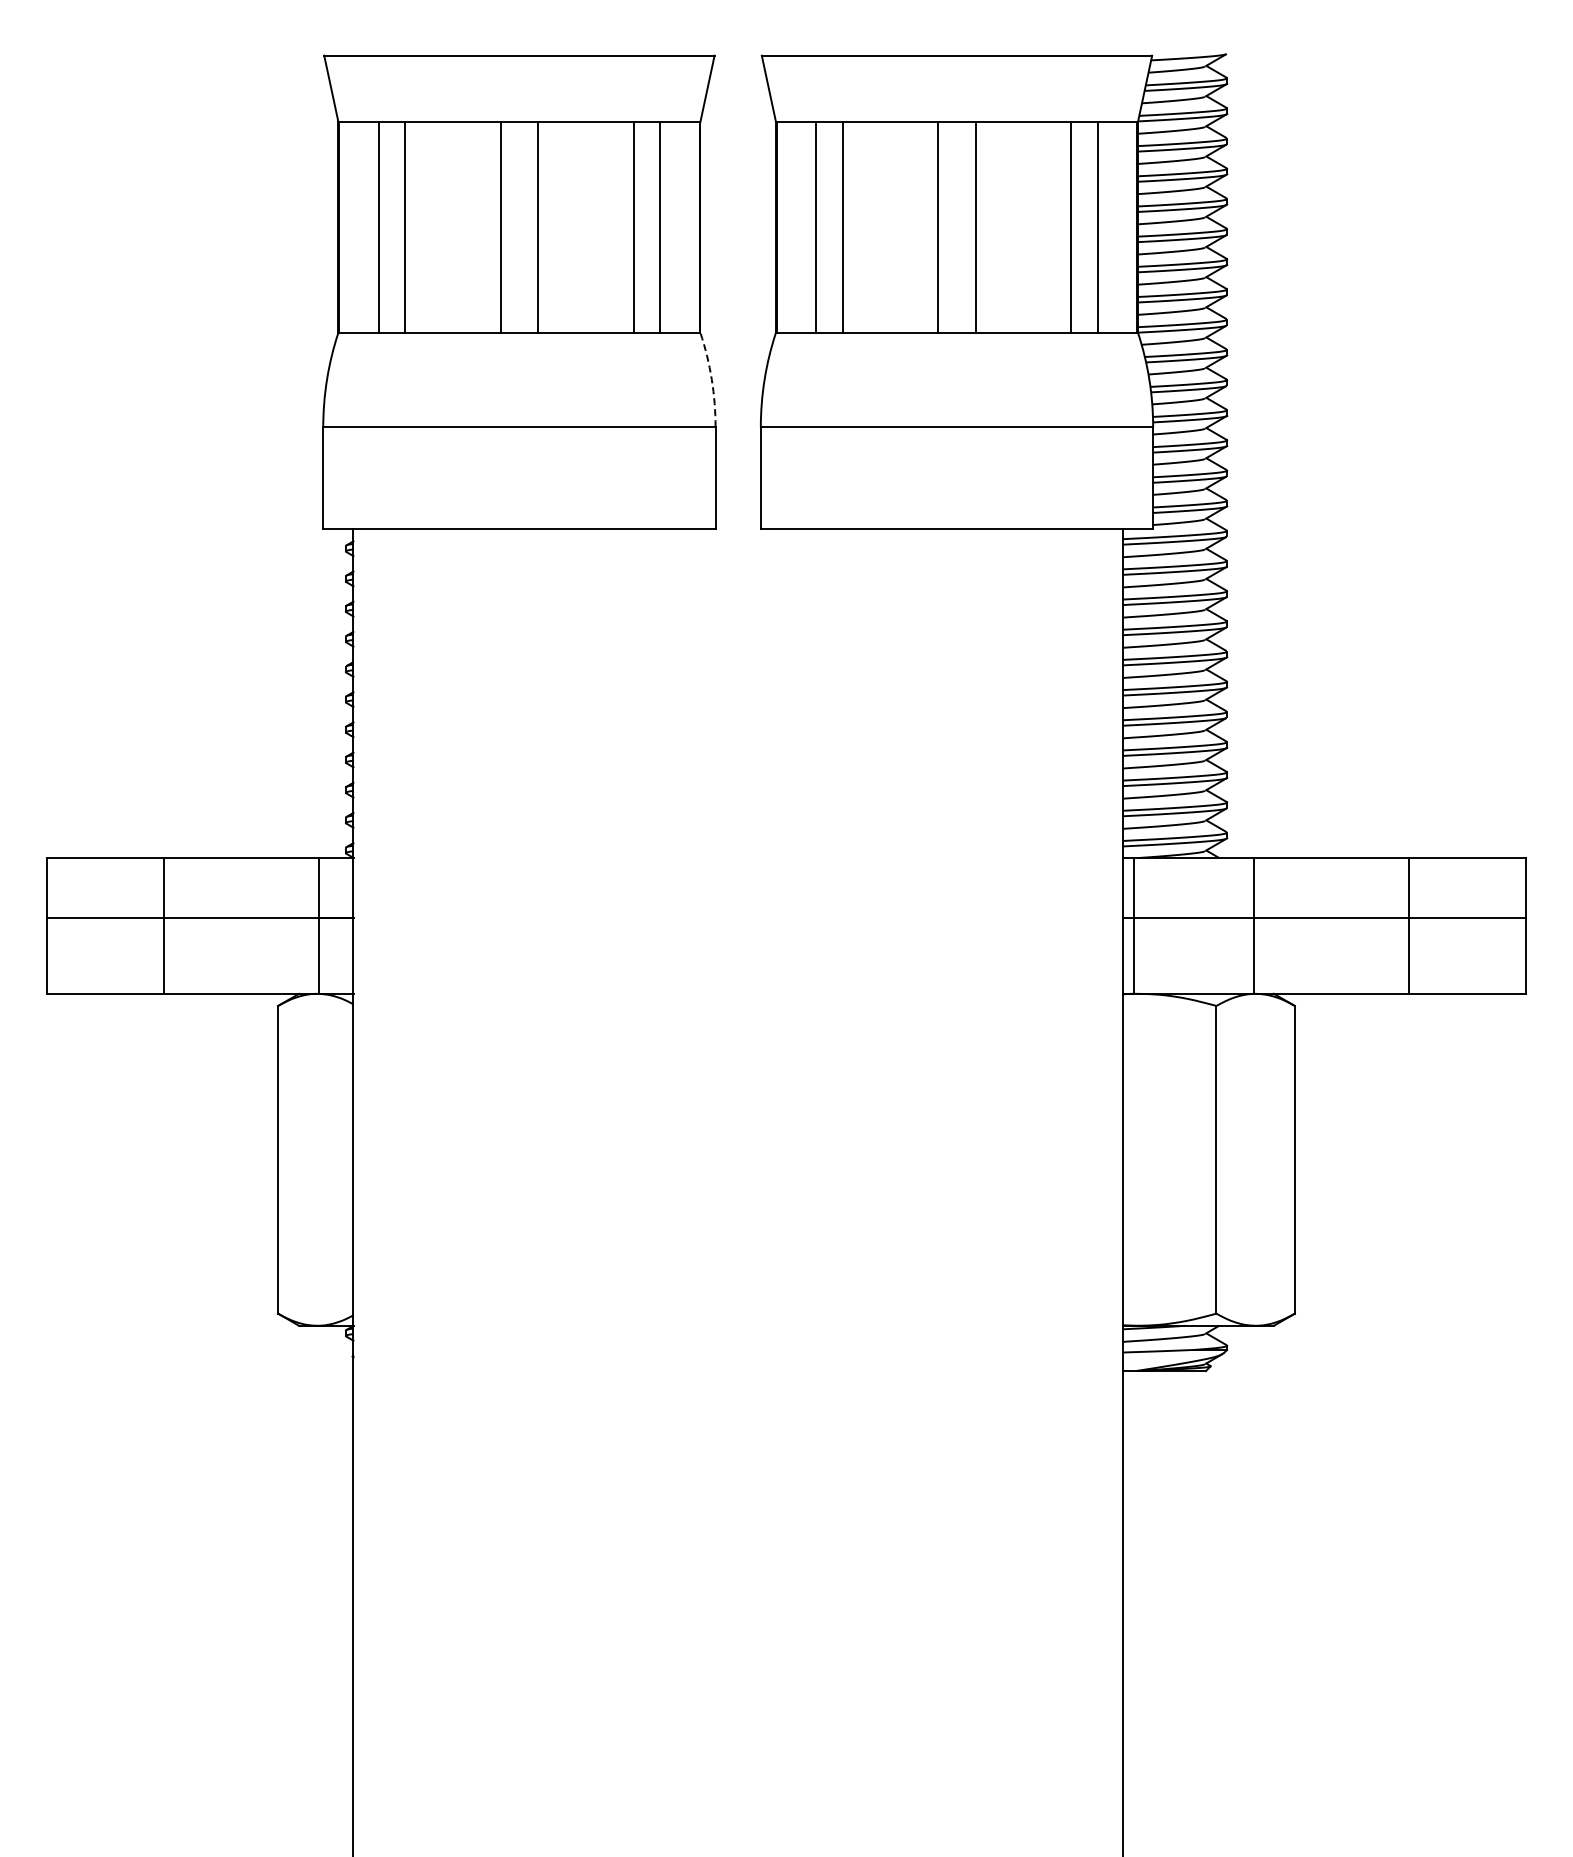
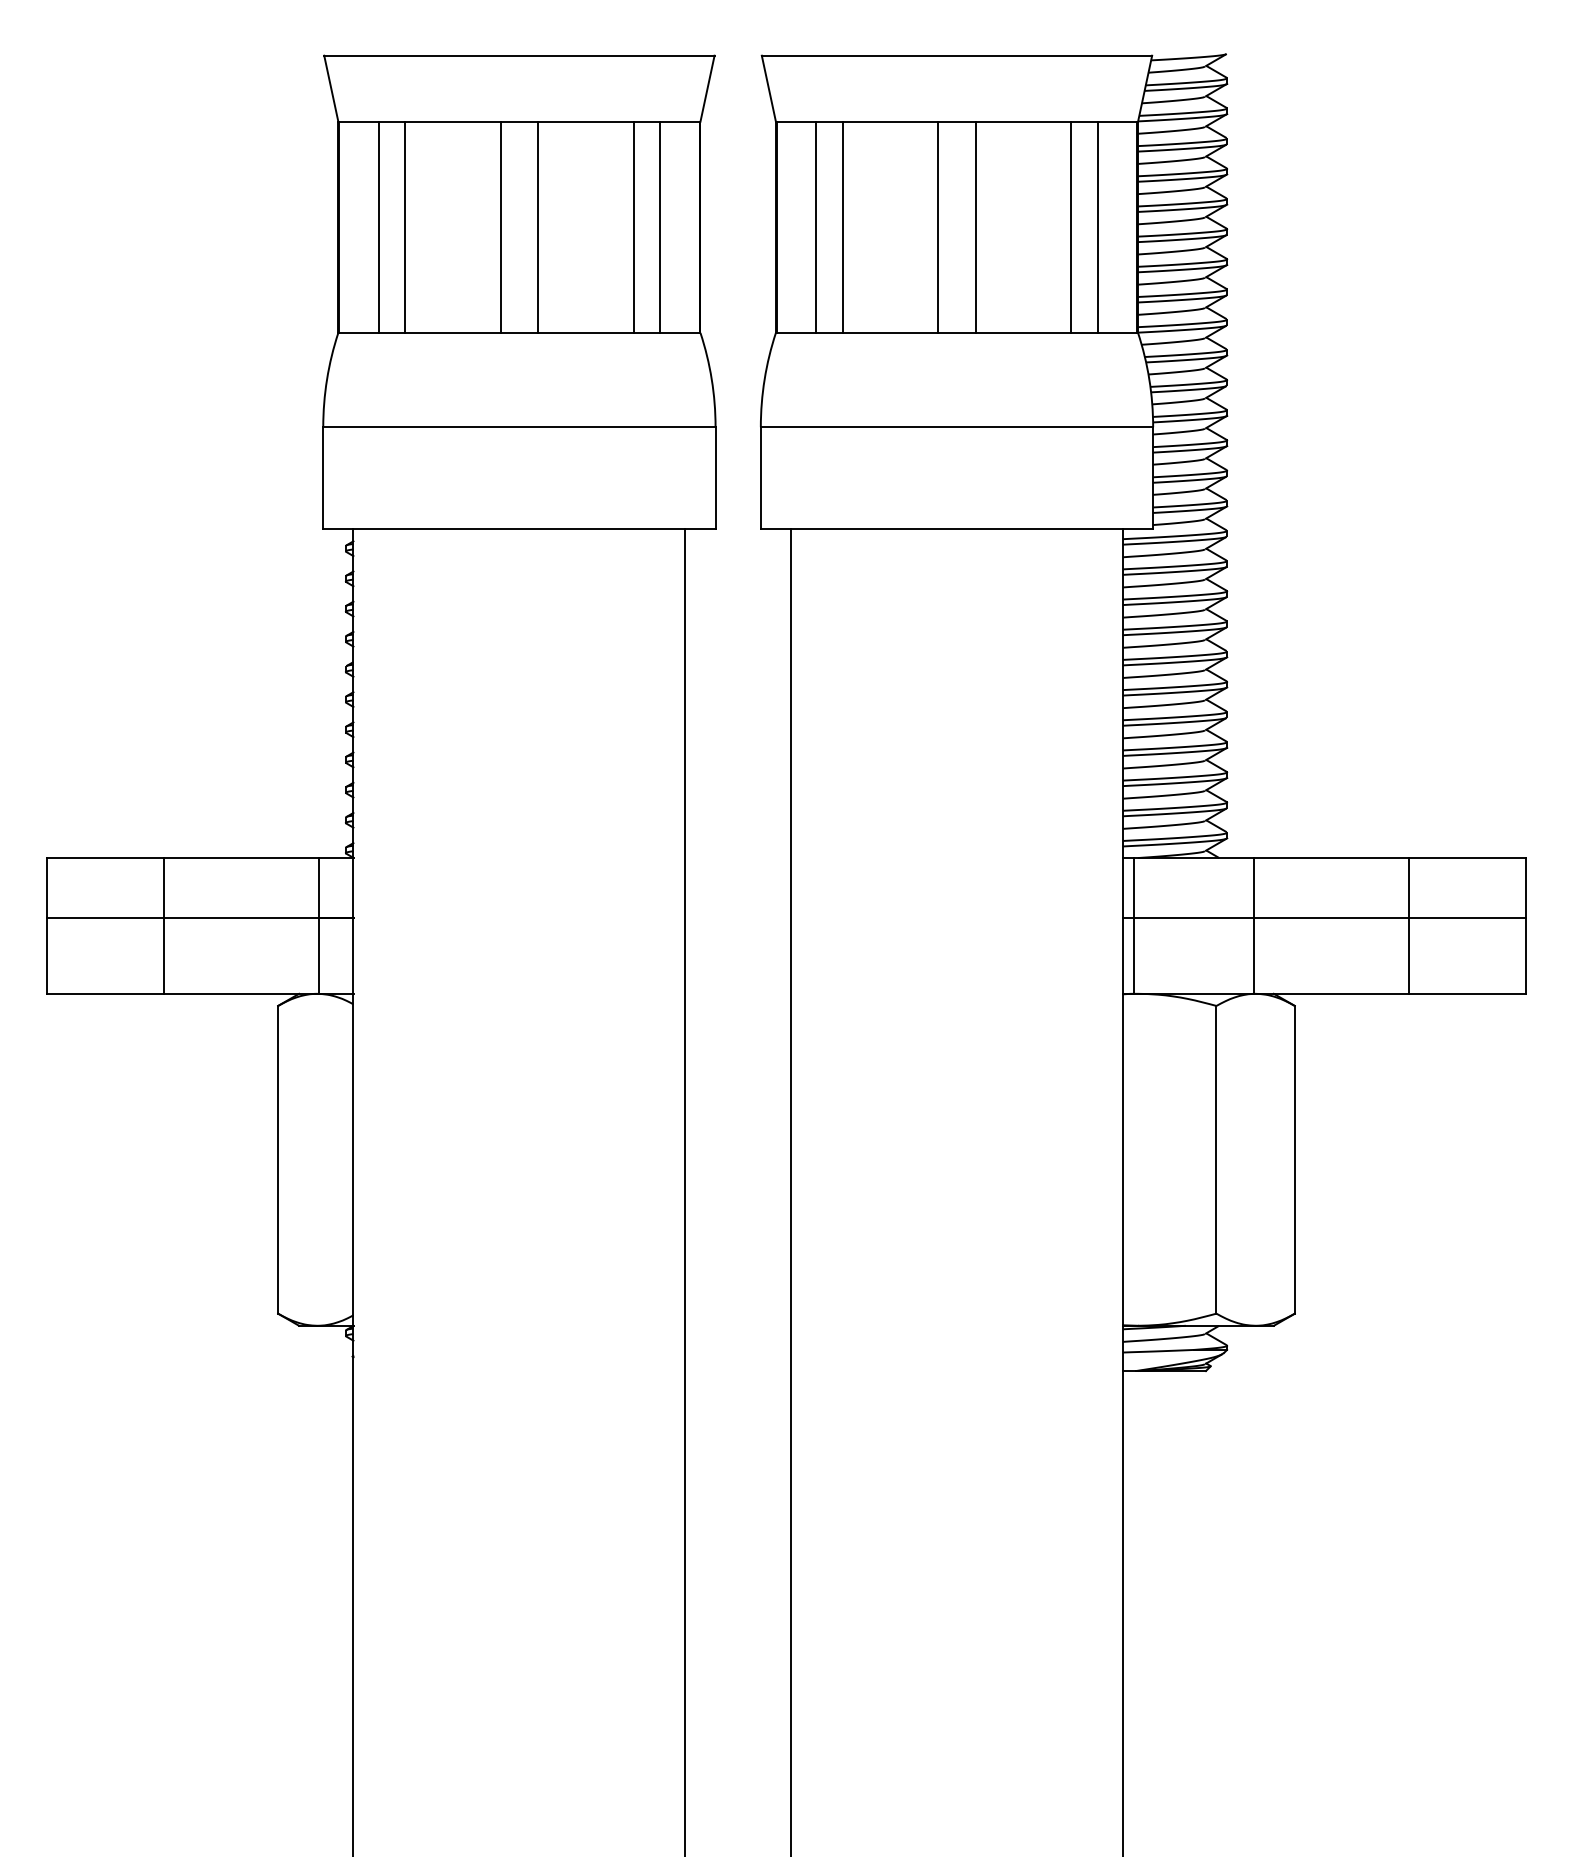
arc at (711, 379): dashed -> solid
line at (685, 1191): none -> present
line at (791, 1191): none -> present
